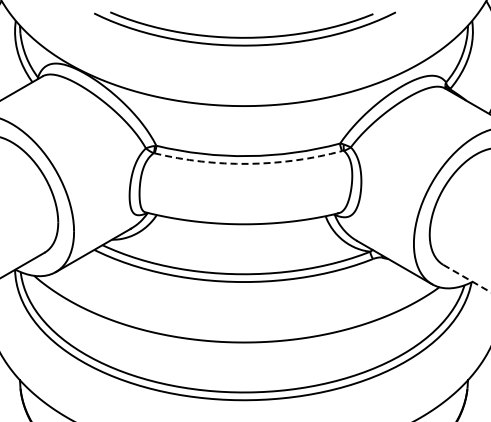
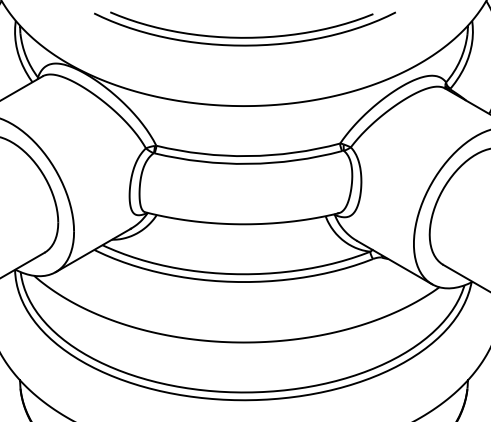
arc at (248, 163): dashed -> solid
line at (467, 278): dashed -> solid
